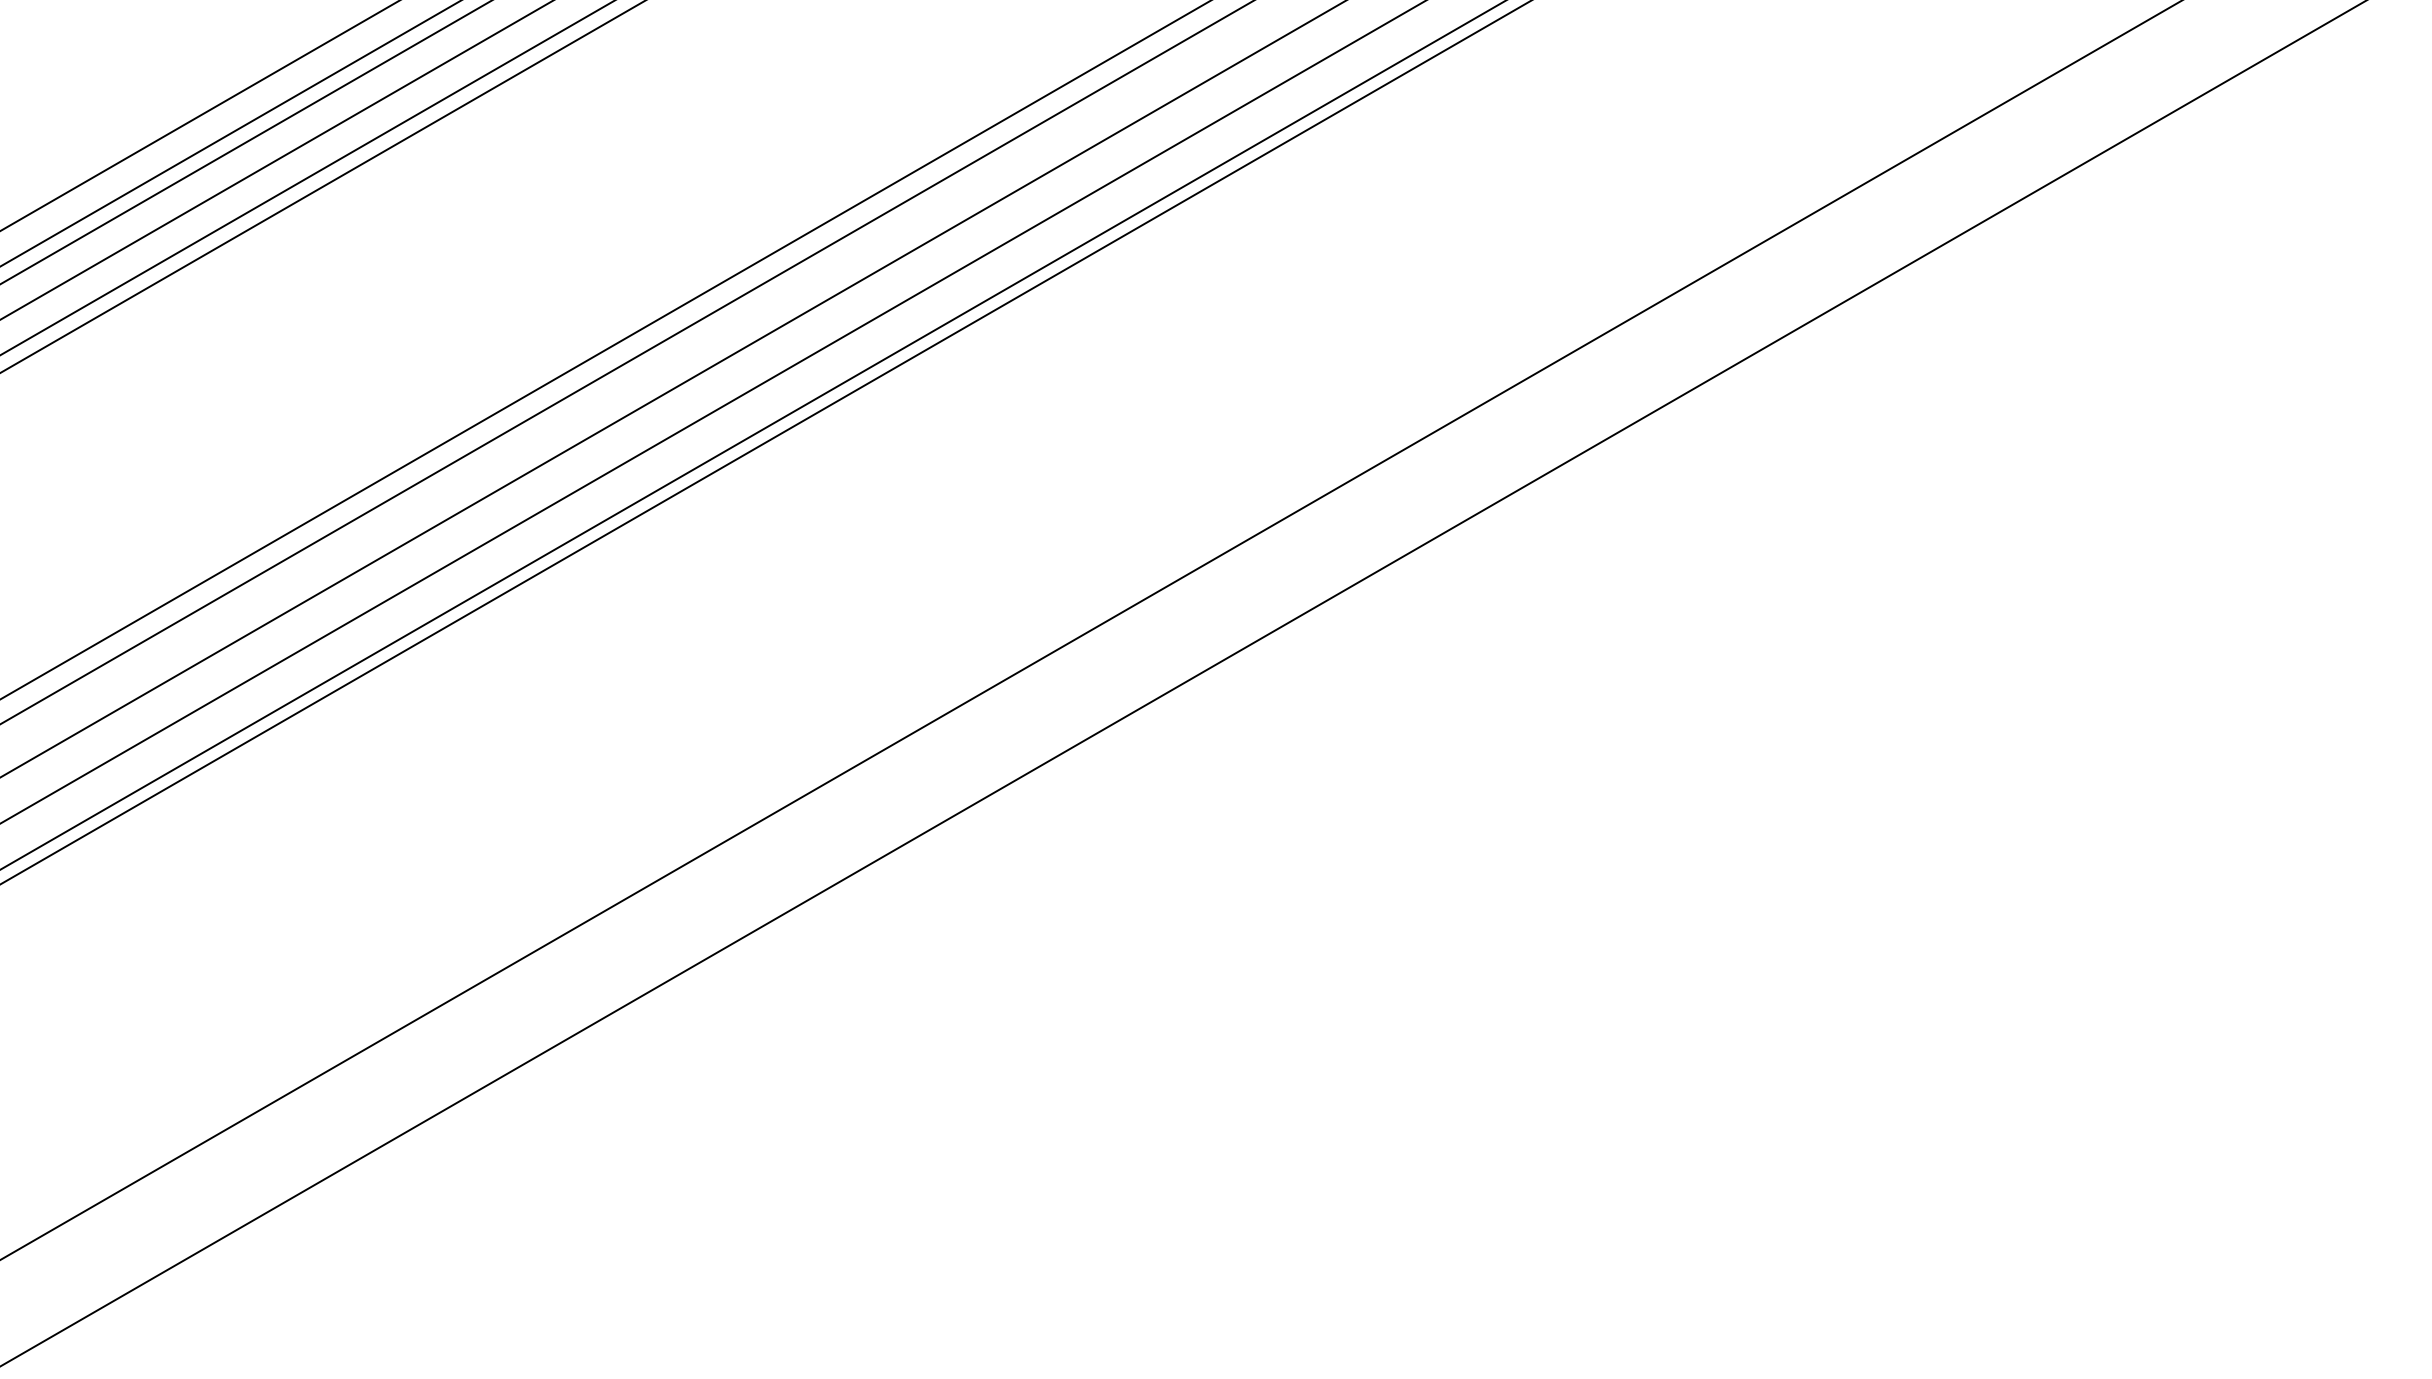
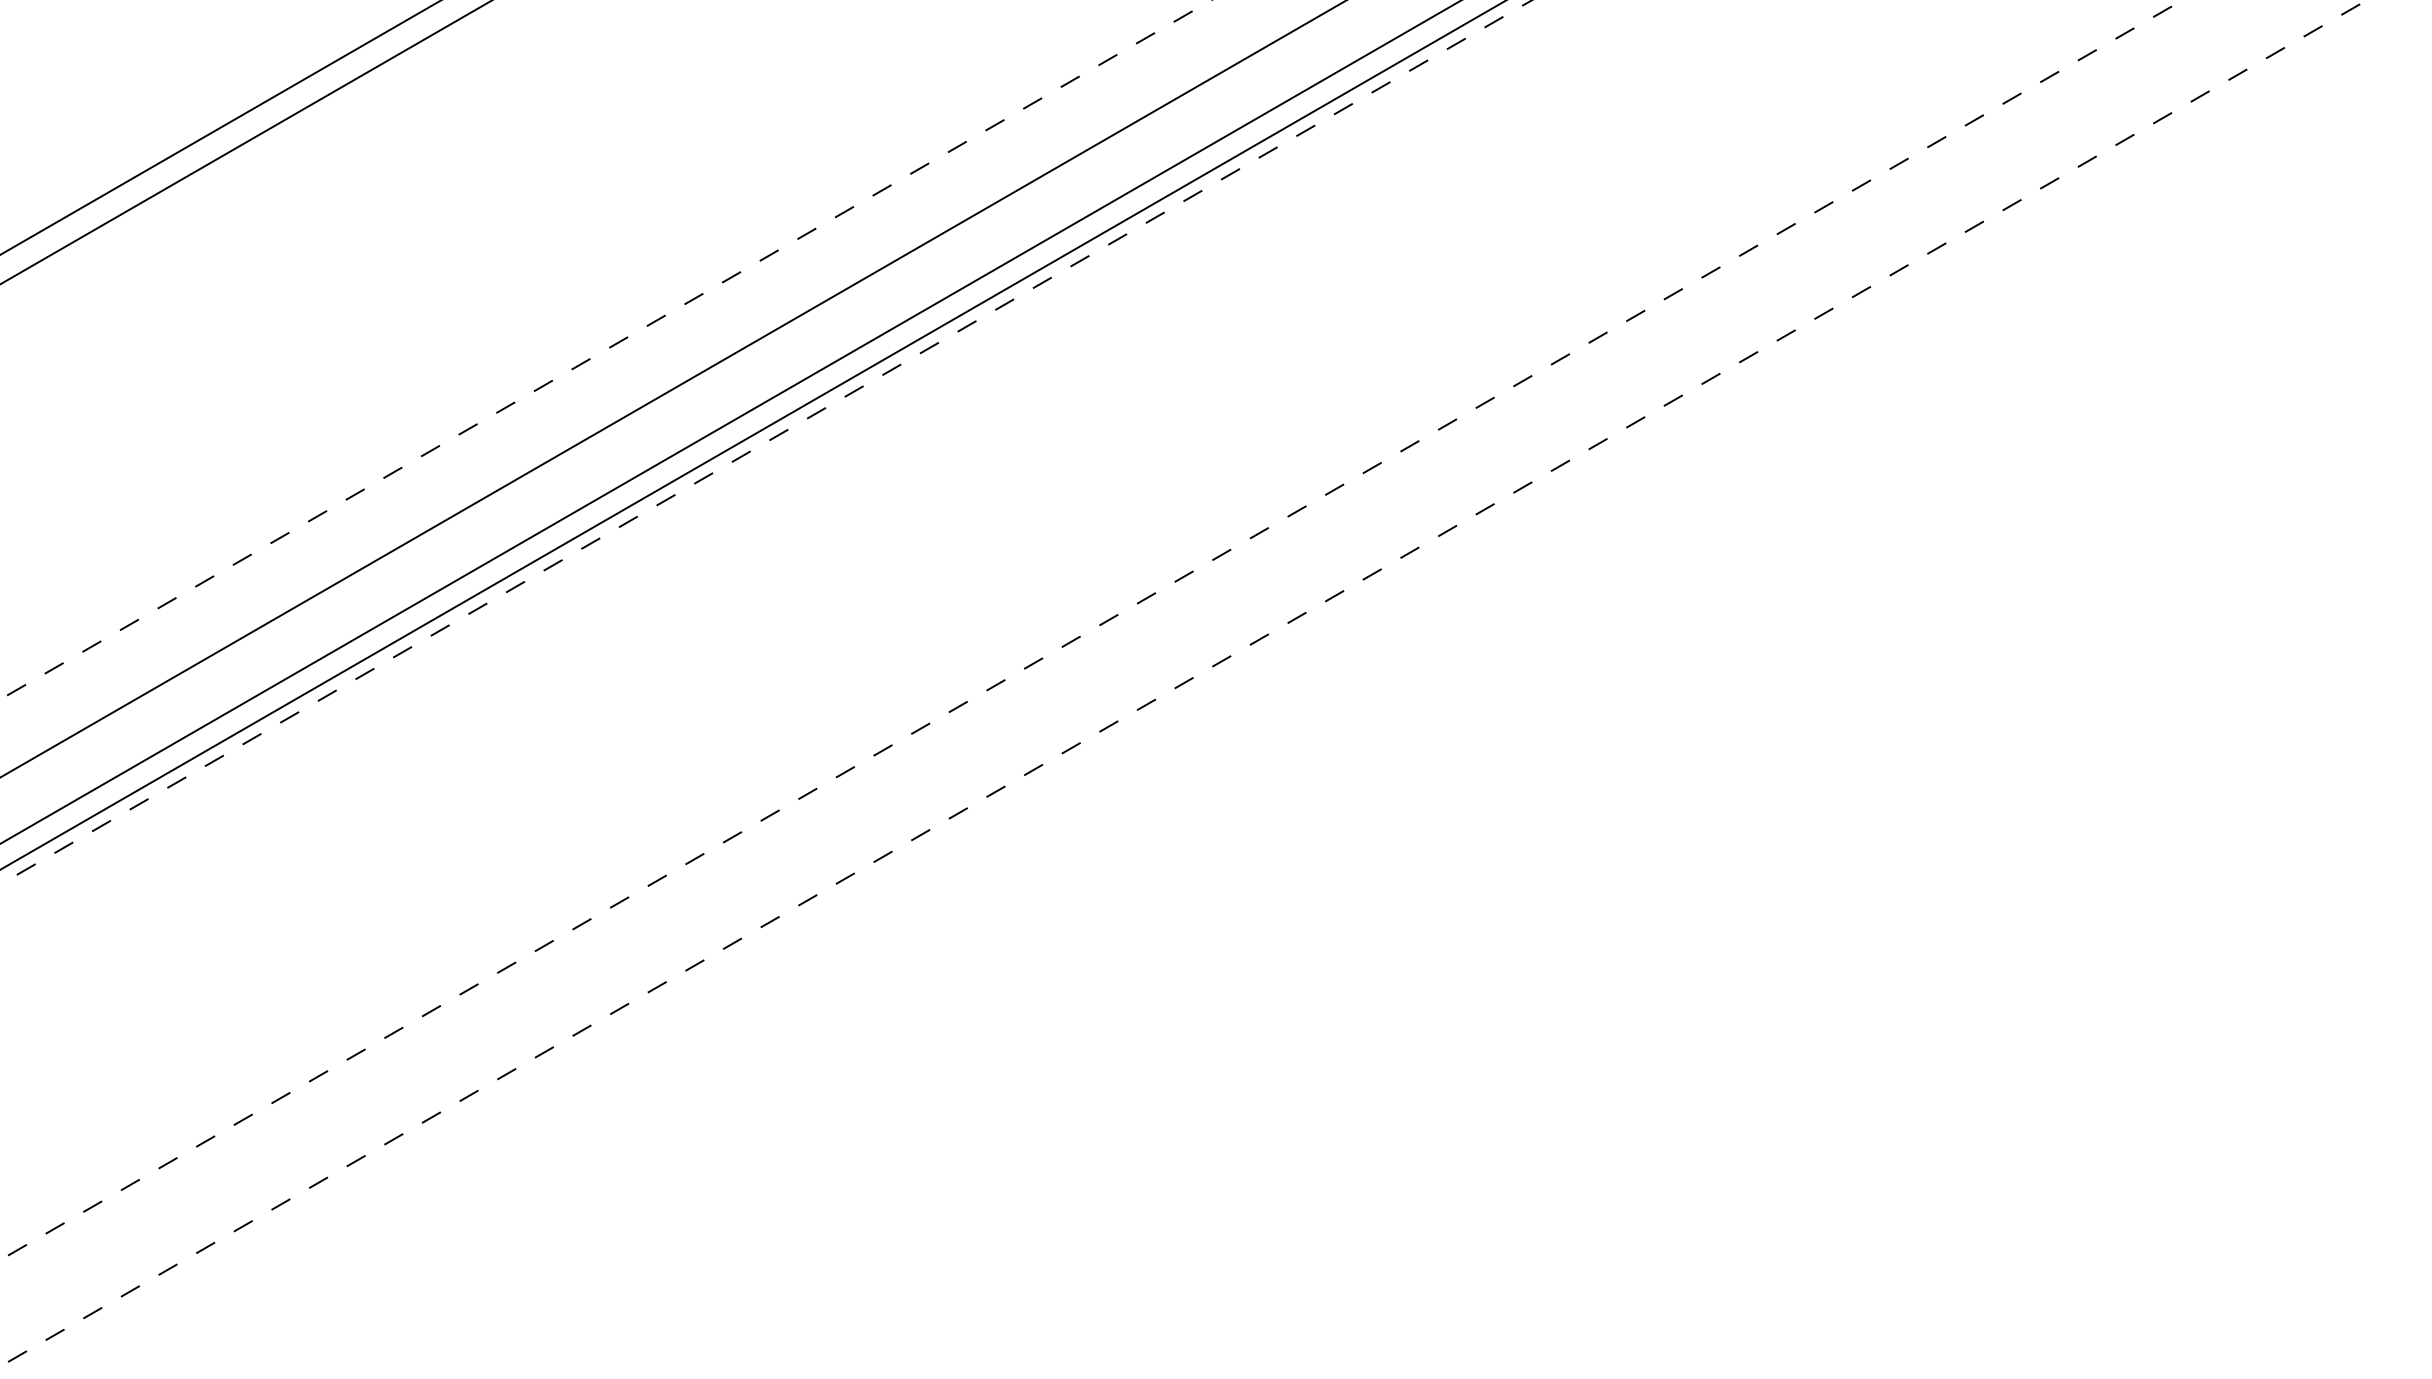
line at (199, 115) position: (199, 115) -> (219, 127)
line at (230, 133): present -> none
line at (276, 160): present -> none
line at (306, 177): present -> none
line at (322, 186): present -> none
line at (606, 349): solid -> dashed
line at (626, 362): present -> none
line at (712, 412) position: (712, 412) -> (729, 422)
line at (766, 441): solid -> dashed
line at (1091, 630): solid -> dashed
line at (1183, 683): solid -> dashed
